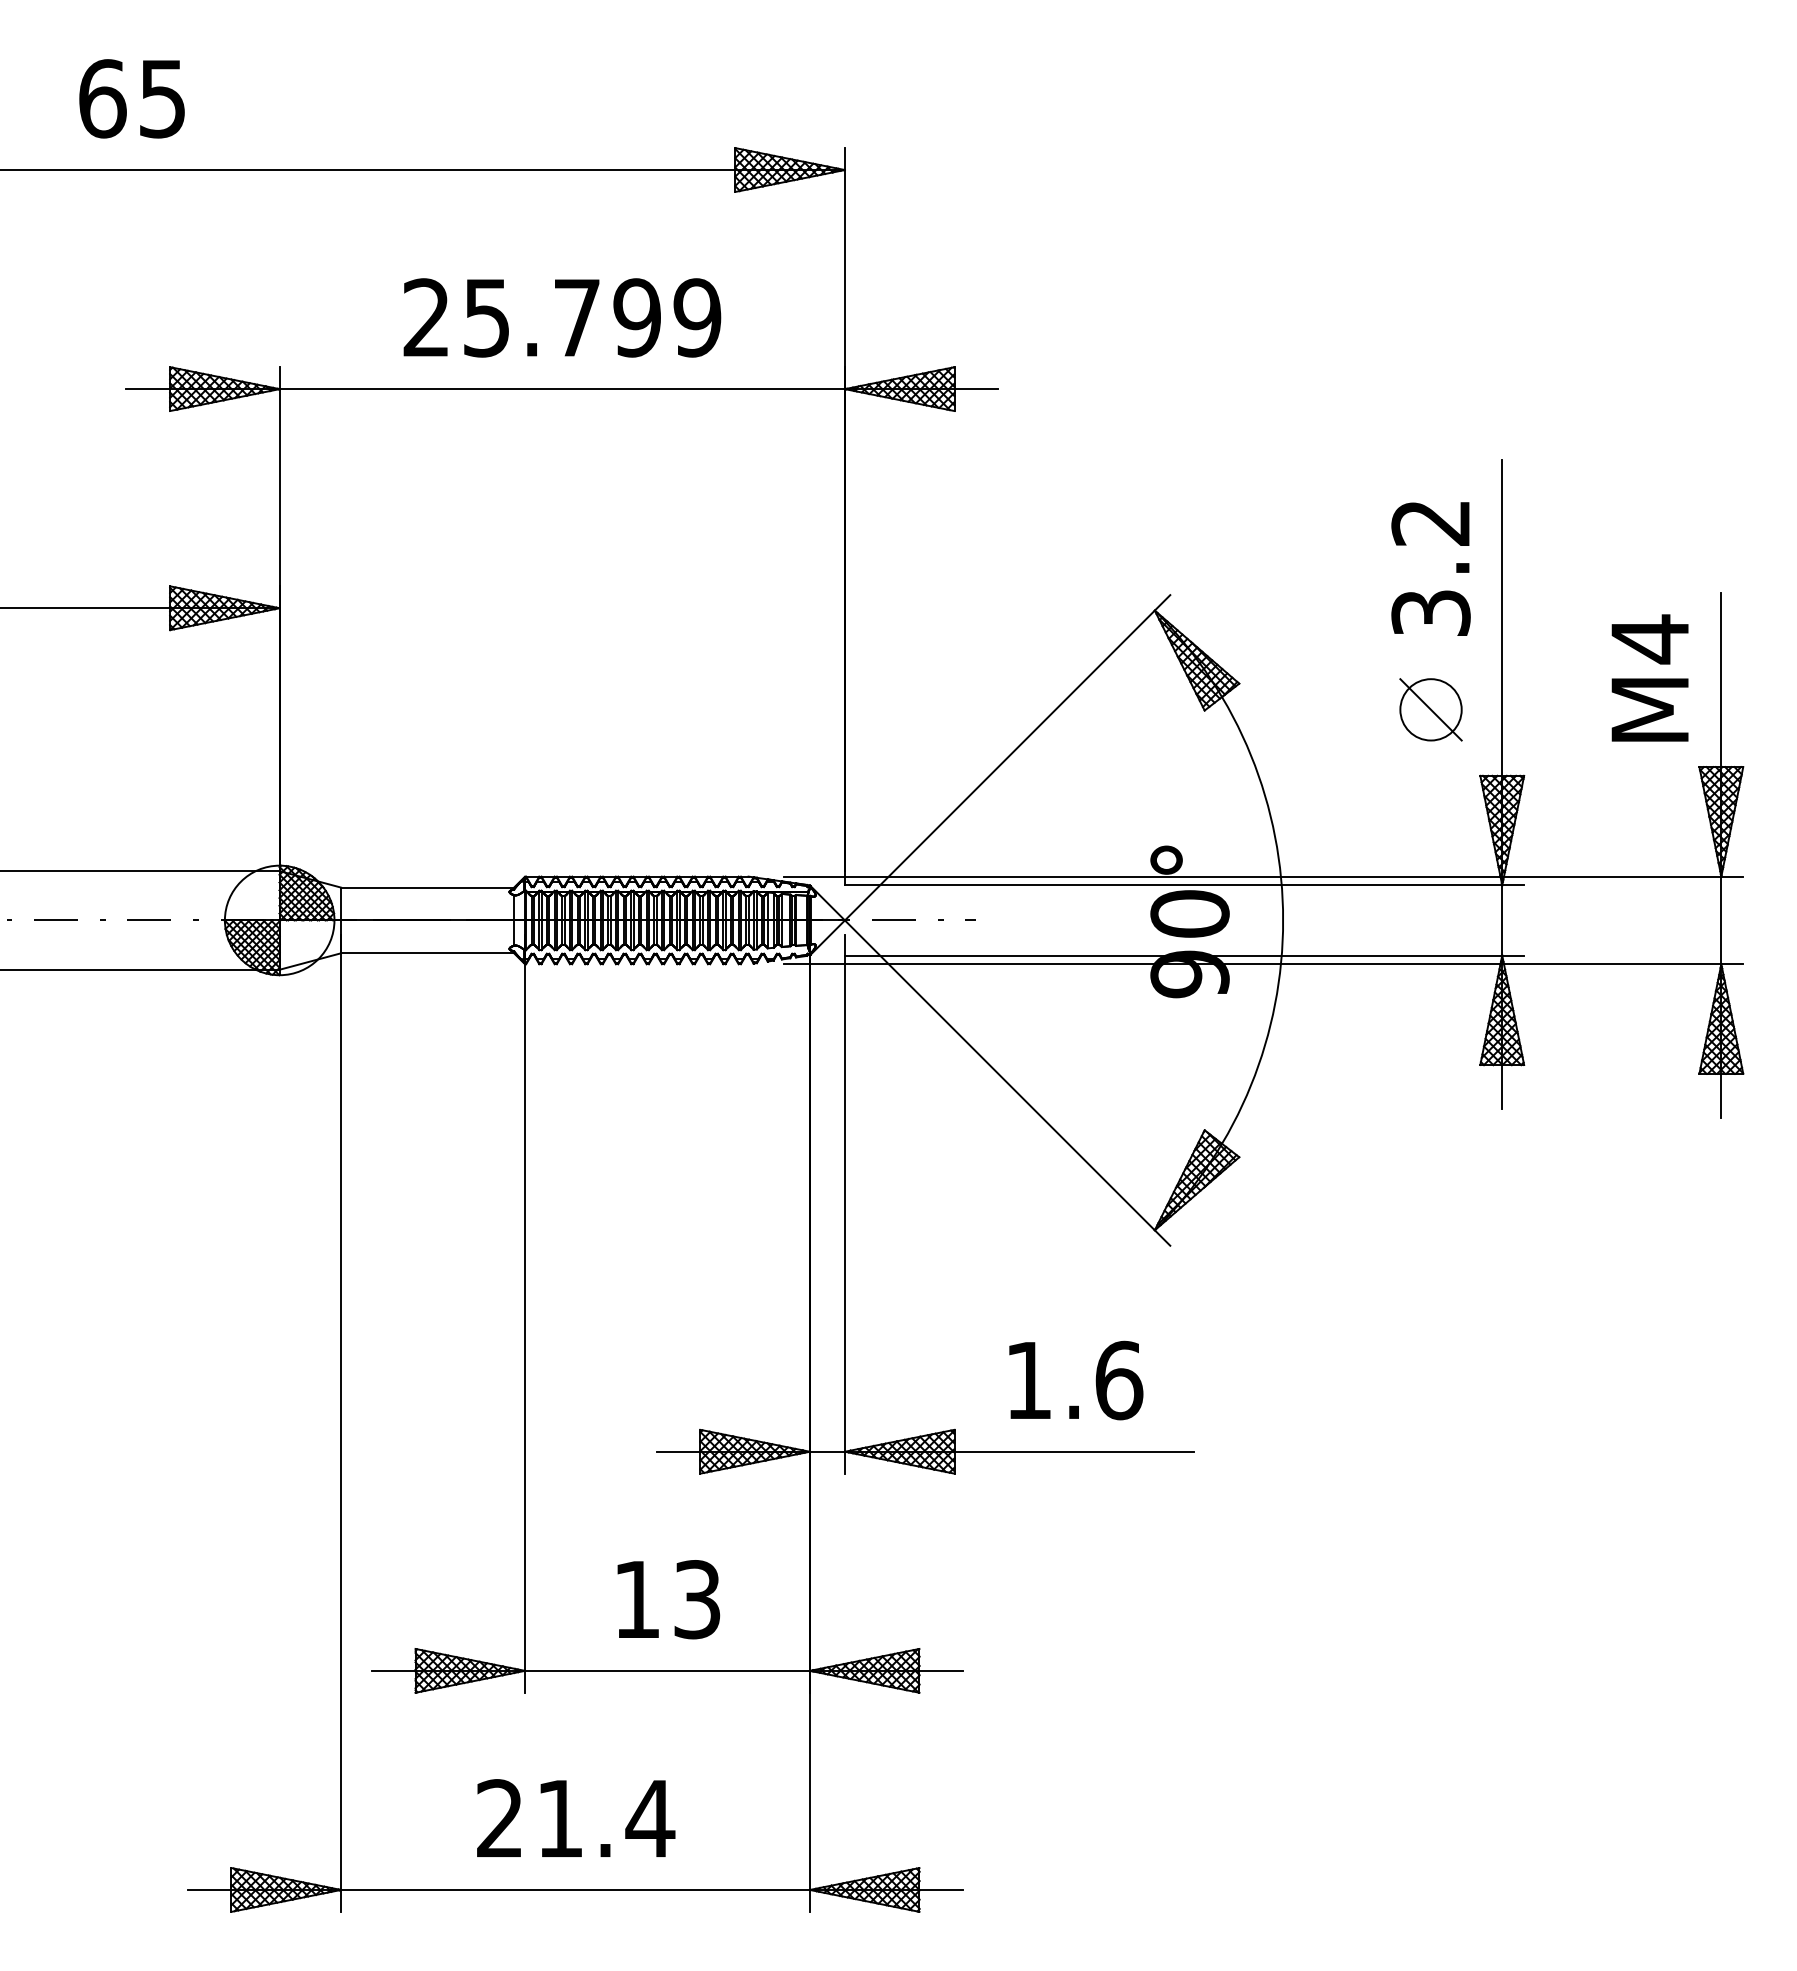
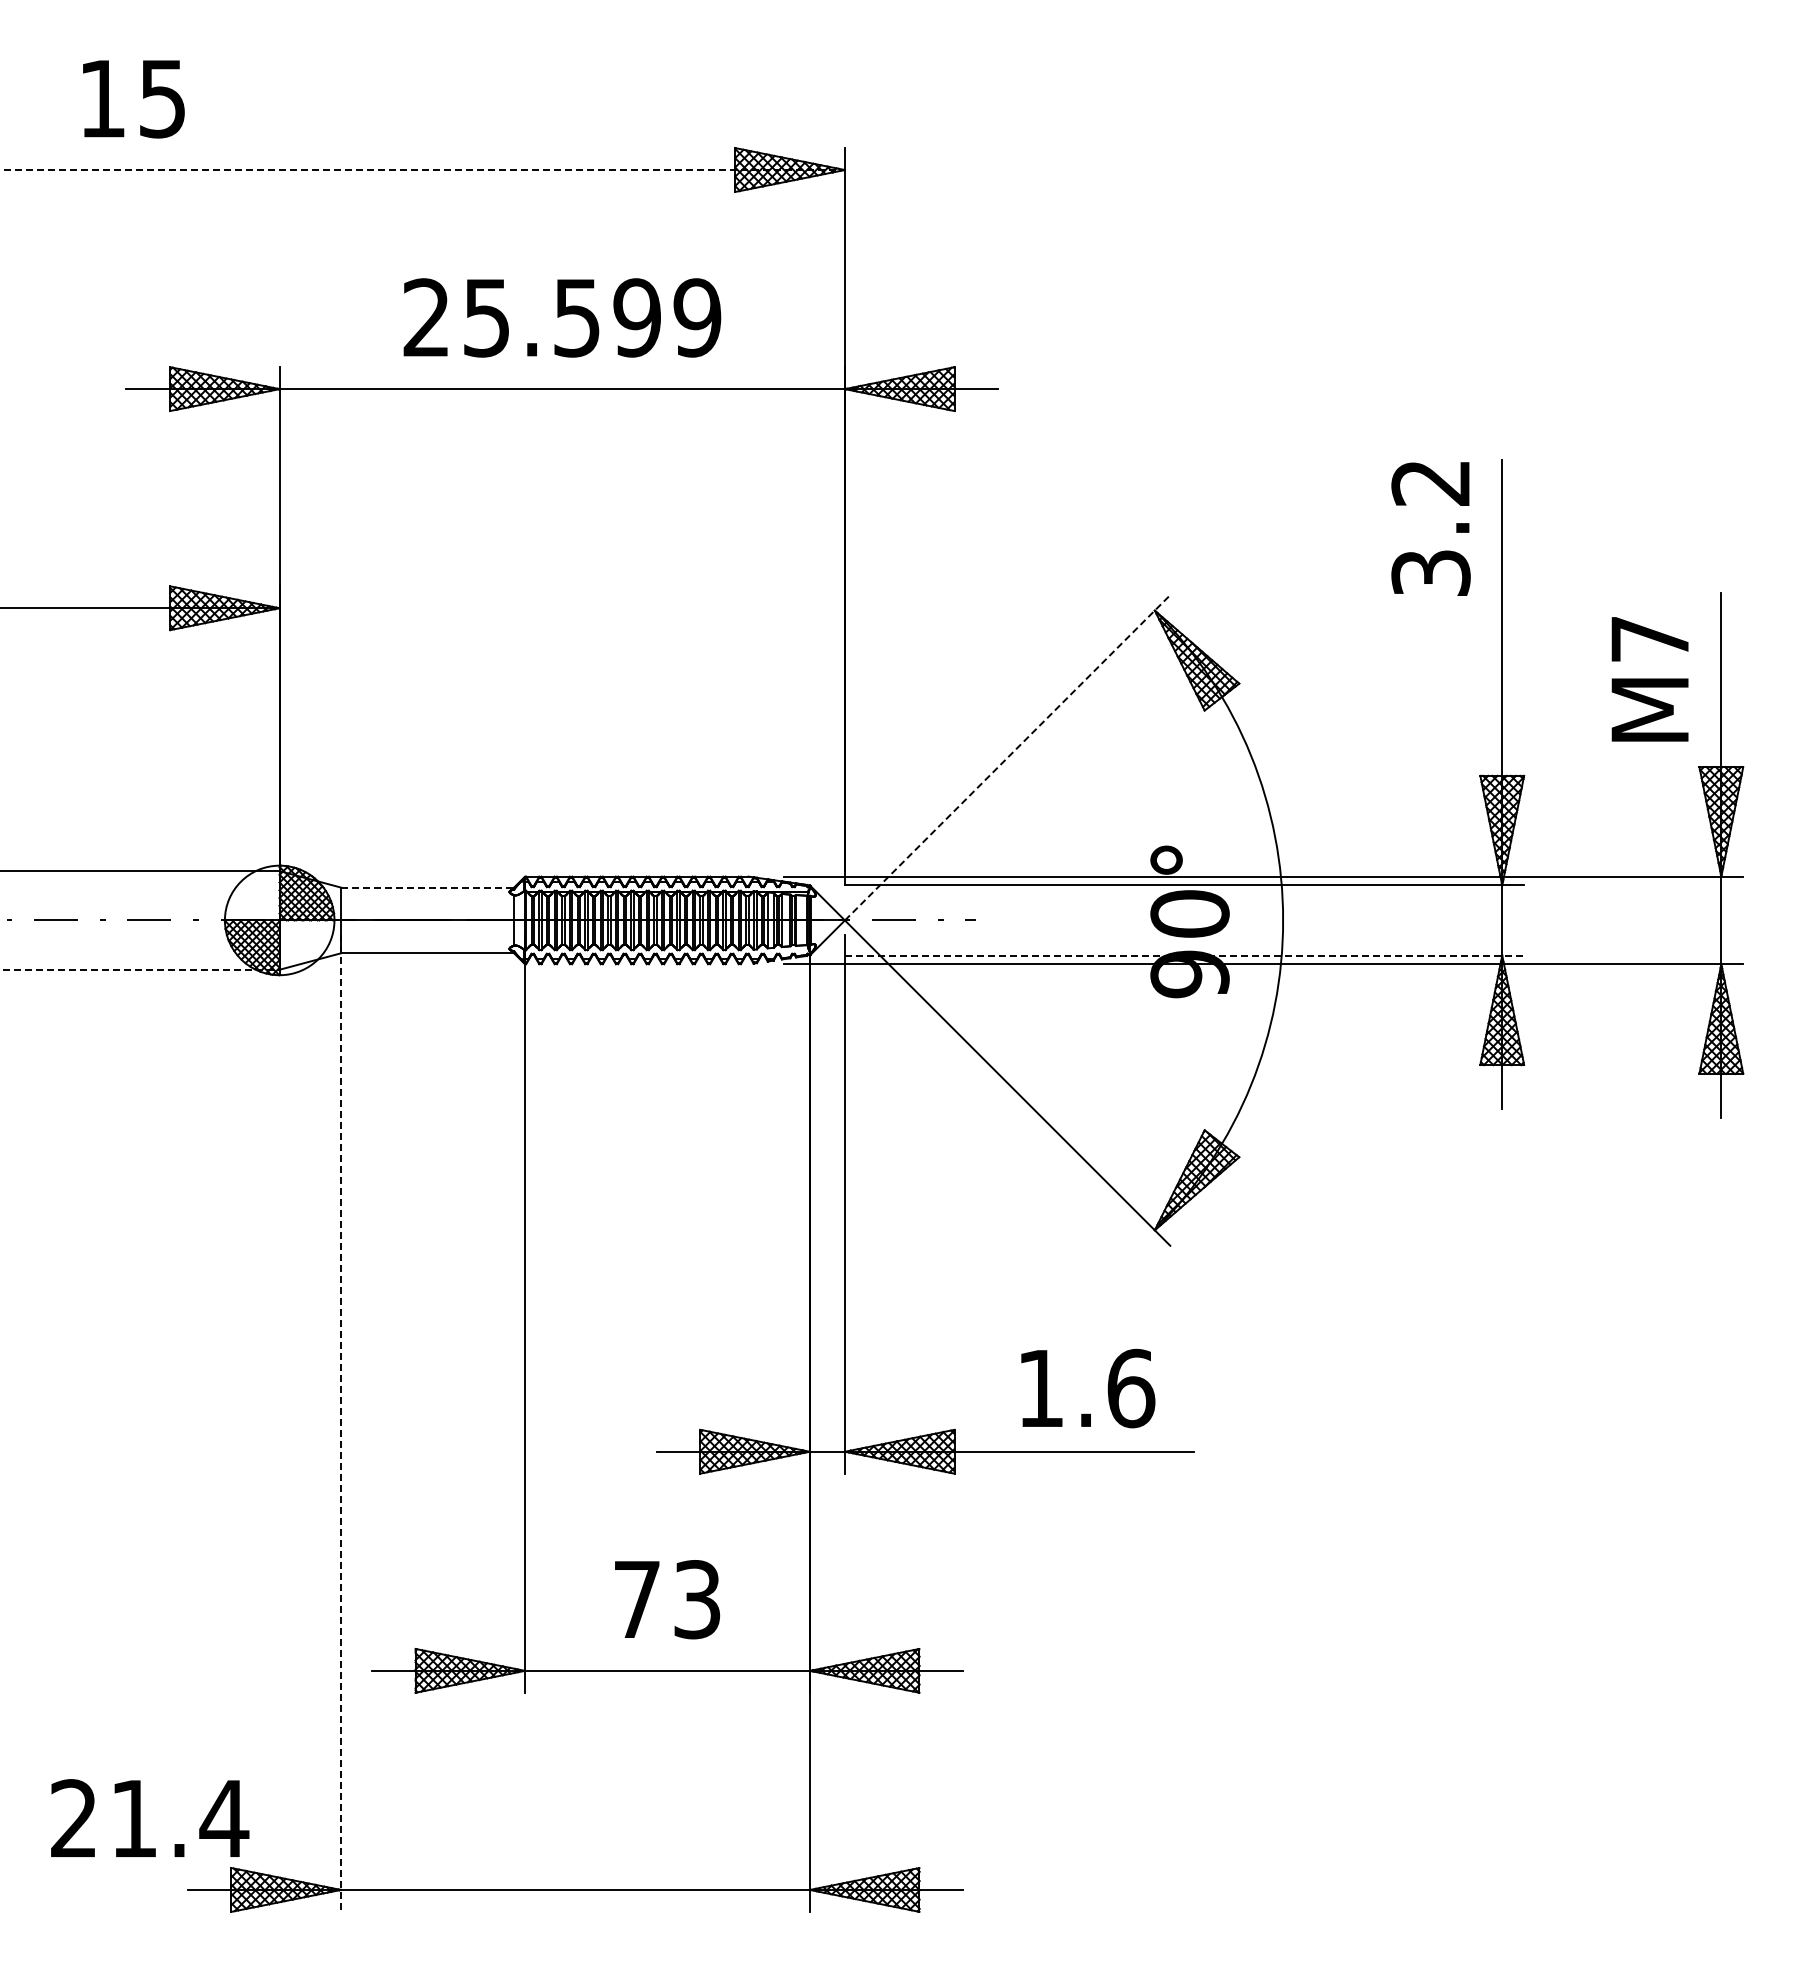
text at (102, 98): 65 -> 15
line at (423, 170): solid -> dashed
text at (576, 318): 25.799 -> 25.599
text at (1430, 568) position: (1430, 568) -> (1430, 528)
text at (1649, 639): M4 -> M7
part at (1430, 709): present -> none
line at (1007, 757): solid -> dashed
line at (427, 887): solid -> dashed
line at (1184, 955): solid -> dashed
line at (140, 969): solid -> dashed
text at (1076, 1380) position: (1076, 1380) -> (1088, 1388)
line at (341, 1423): solid -> dashed
text at (637, 1599): 13 -> 73
text at (576, 1817) position: (576, 1817) -> (150, 1817)
